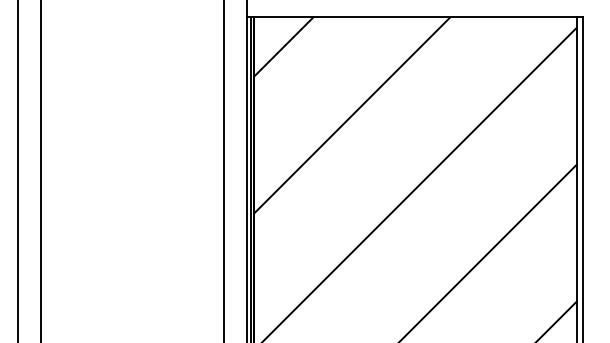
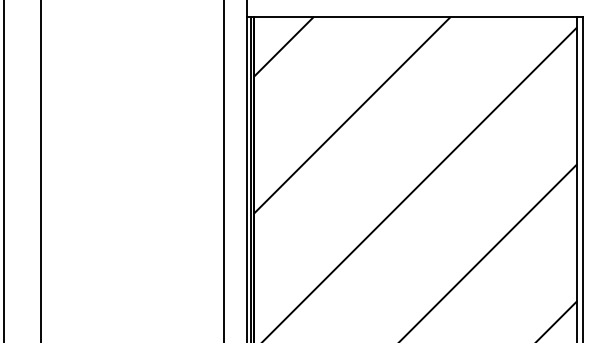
line at (18, 170) position: (18, 170) -> (4, 170)
